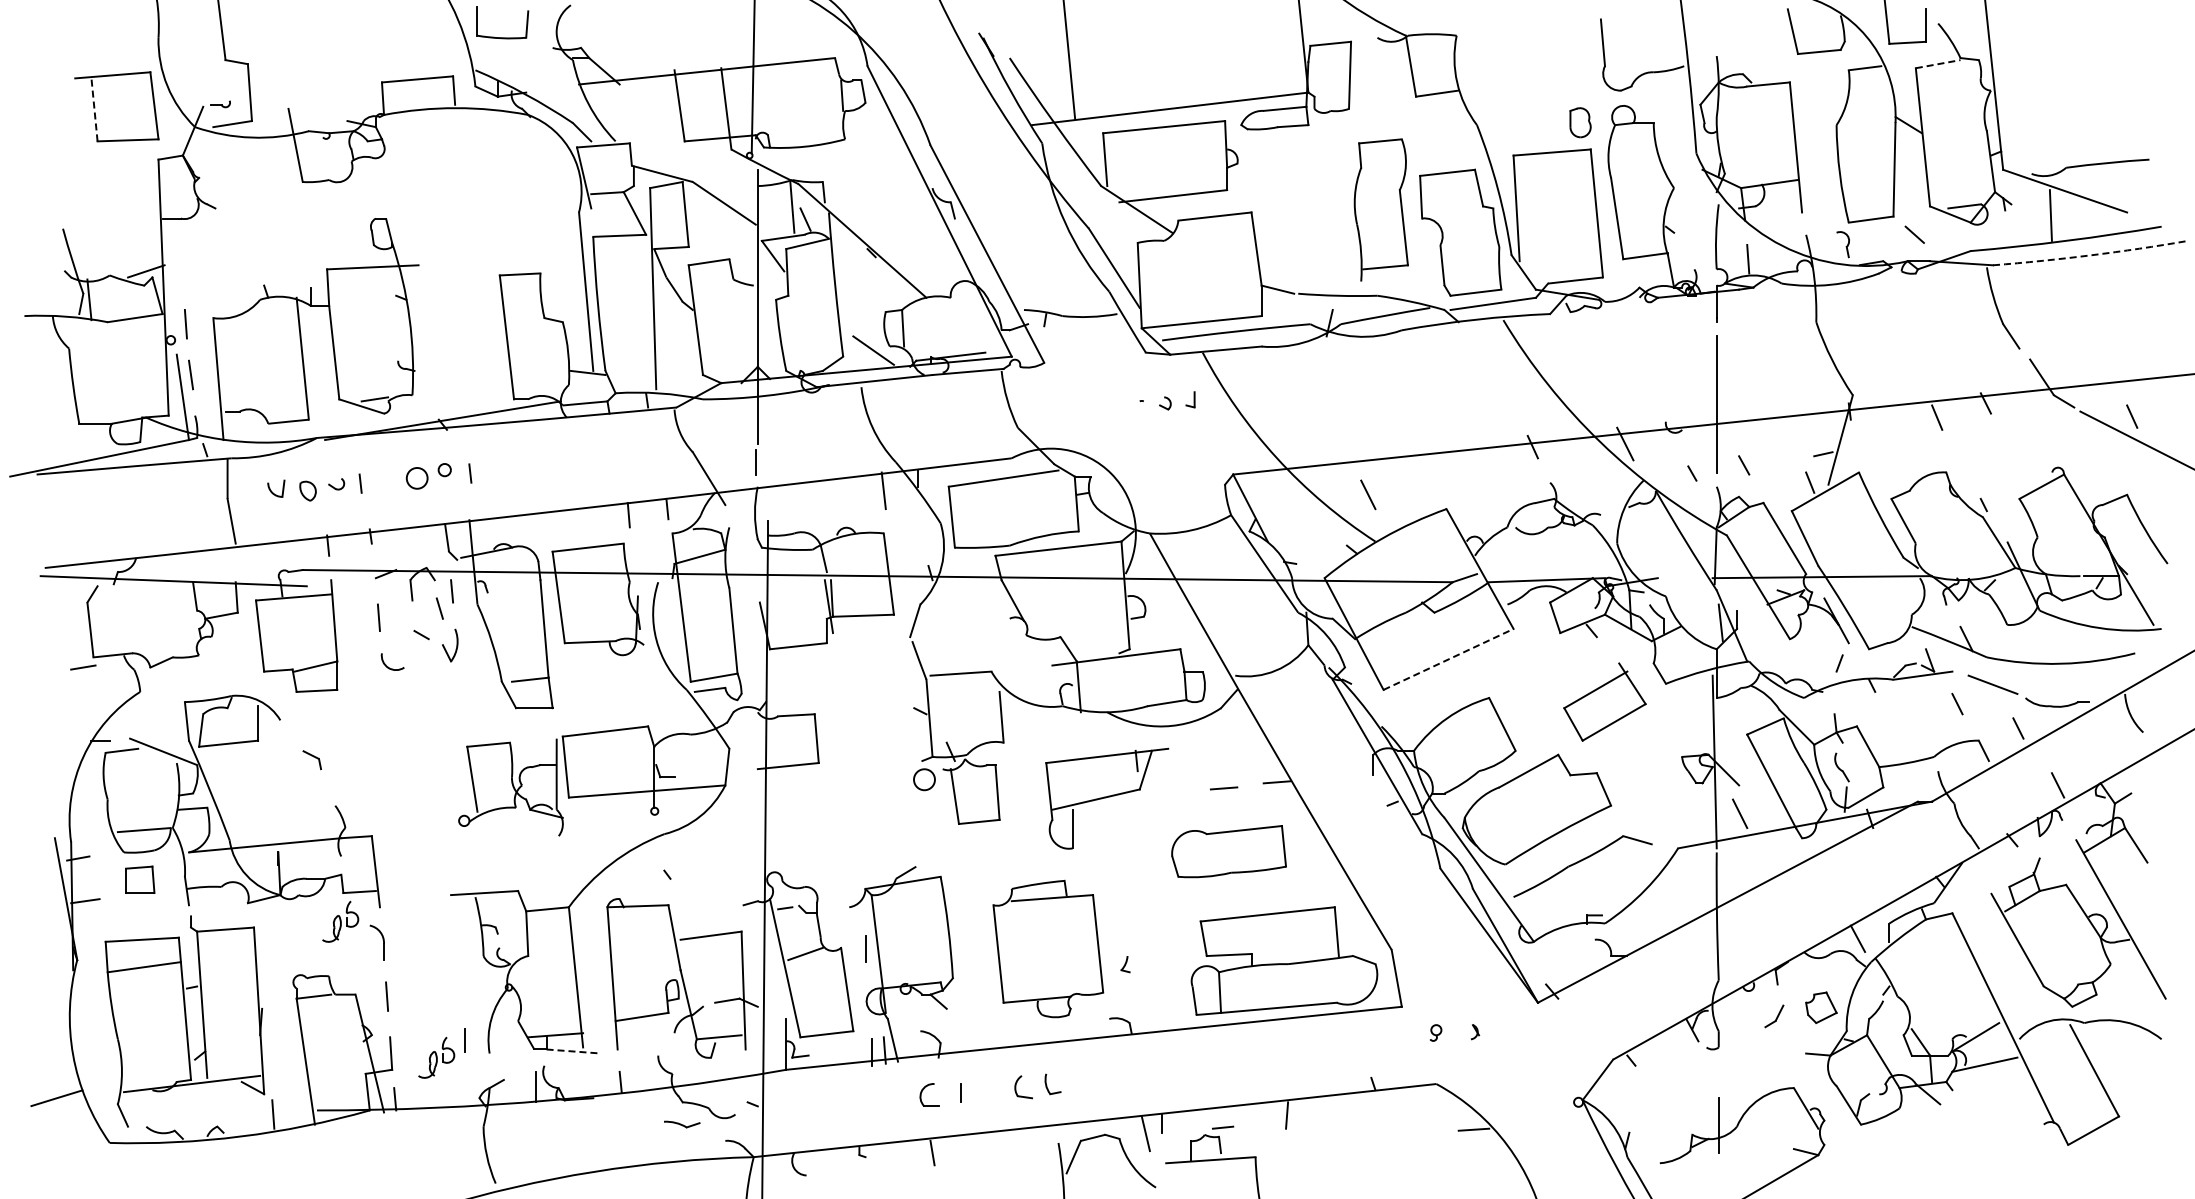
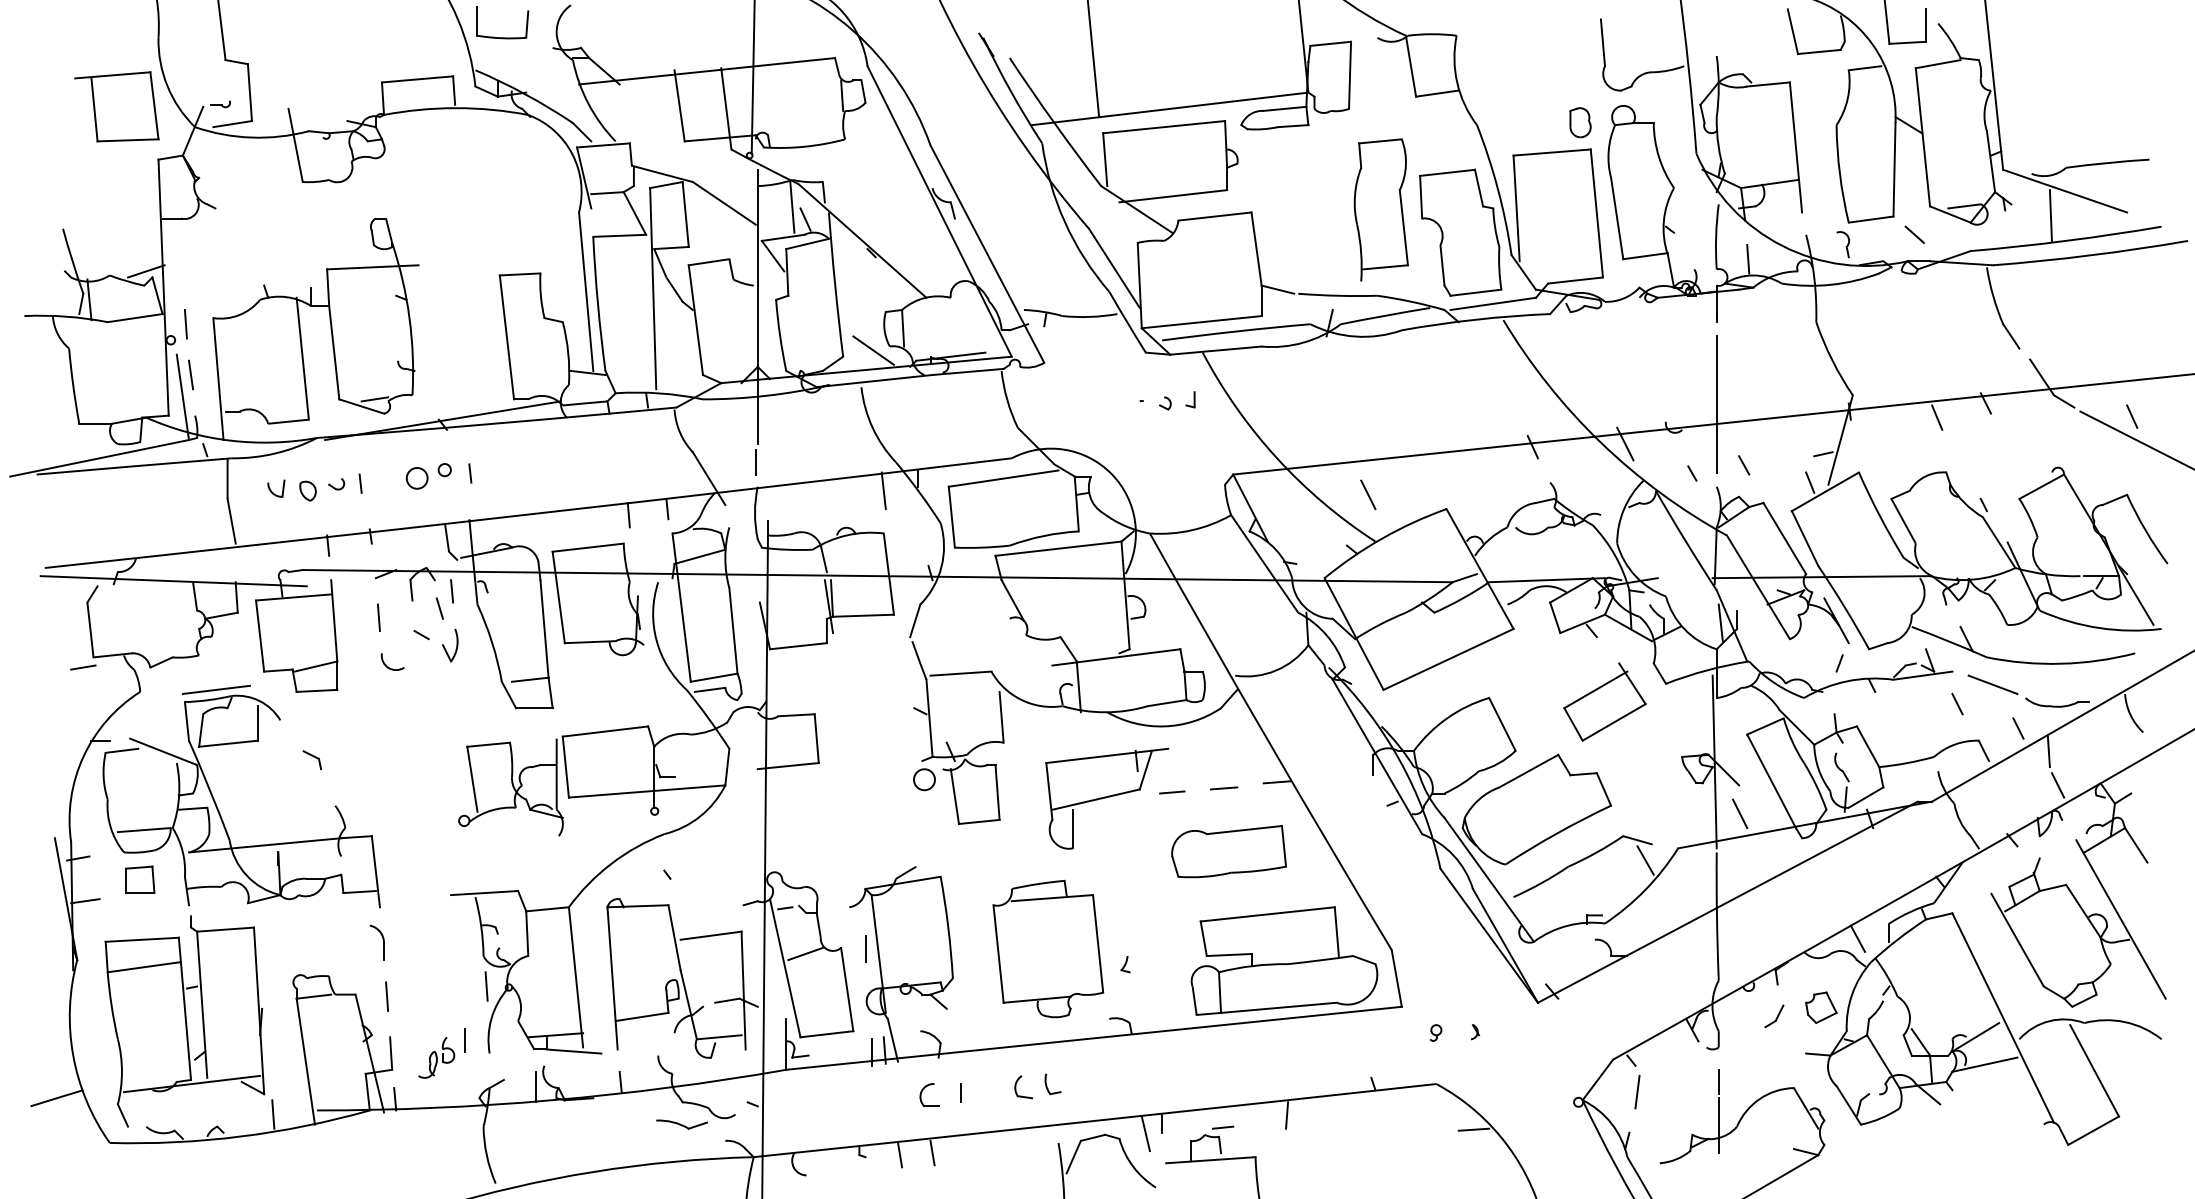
line at (1069, 60) position: (1069, 60) -> (1093, 59)
line at (1938, 64): dashed -> solid
line at (94, 109): dashed -> solid
arc at (2090, 255): dashed -> solid
line at (1448, 659): dashed -> solid
line at (215, 689): none -> present
line at (2048, 751): none -> present
line at (1172, 792): none -> present
line at (1645, 860): none -> present
part at (340, 921): present -> none
line at (486, 986): none -> present
line at (573, 1051): dashed -> solid
line at (1718, 1081): none -> present
line at (1637, 1091): none -> present
part at (682, 1124) size: 37x9 px -> 52x11 px
line at (900, 1154): none -> present
